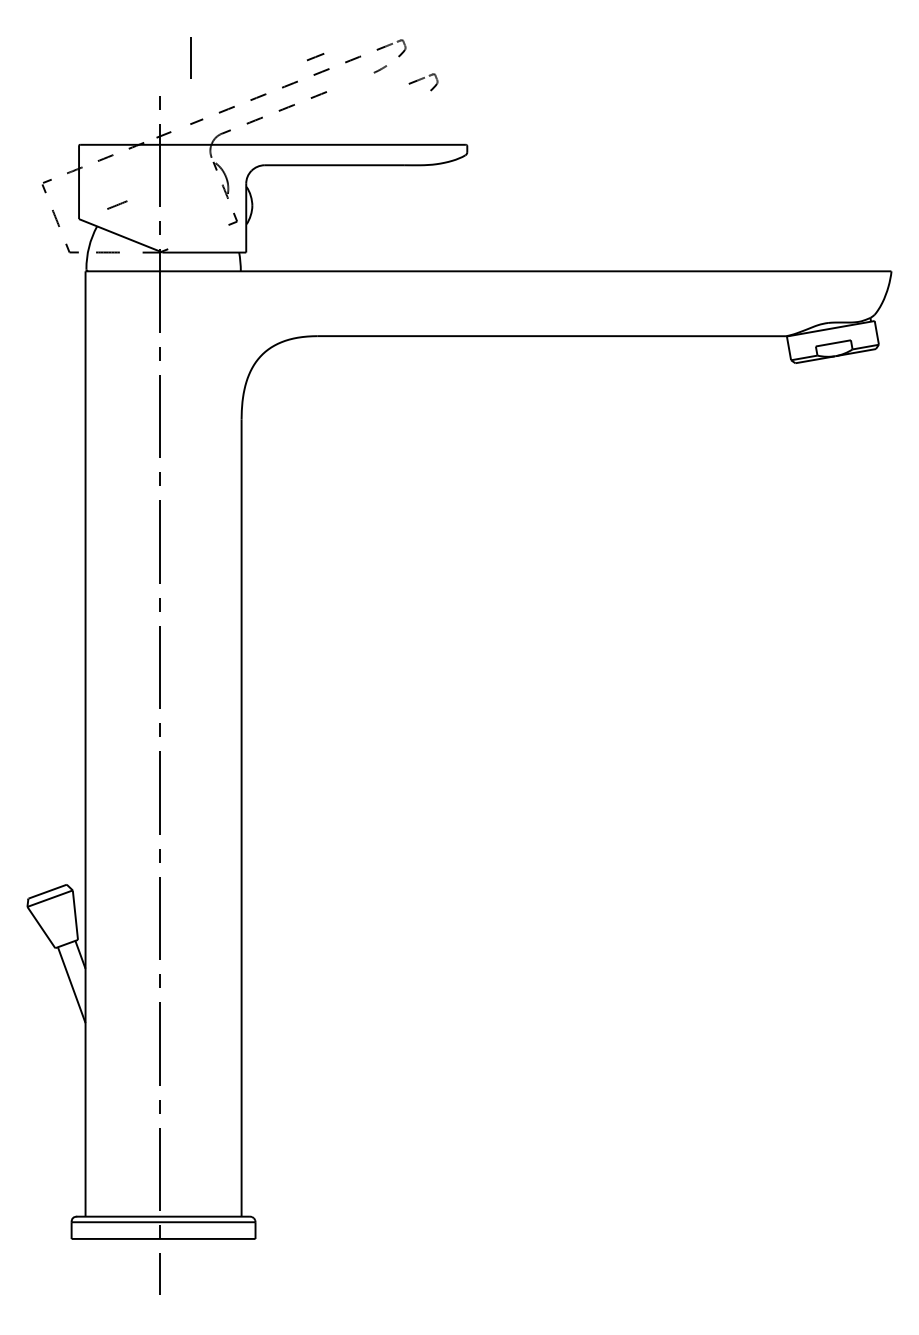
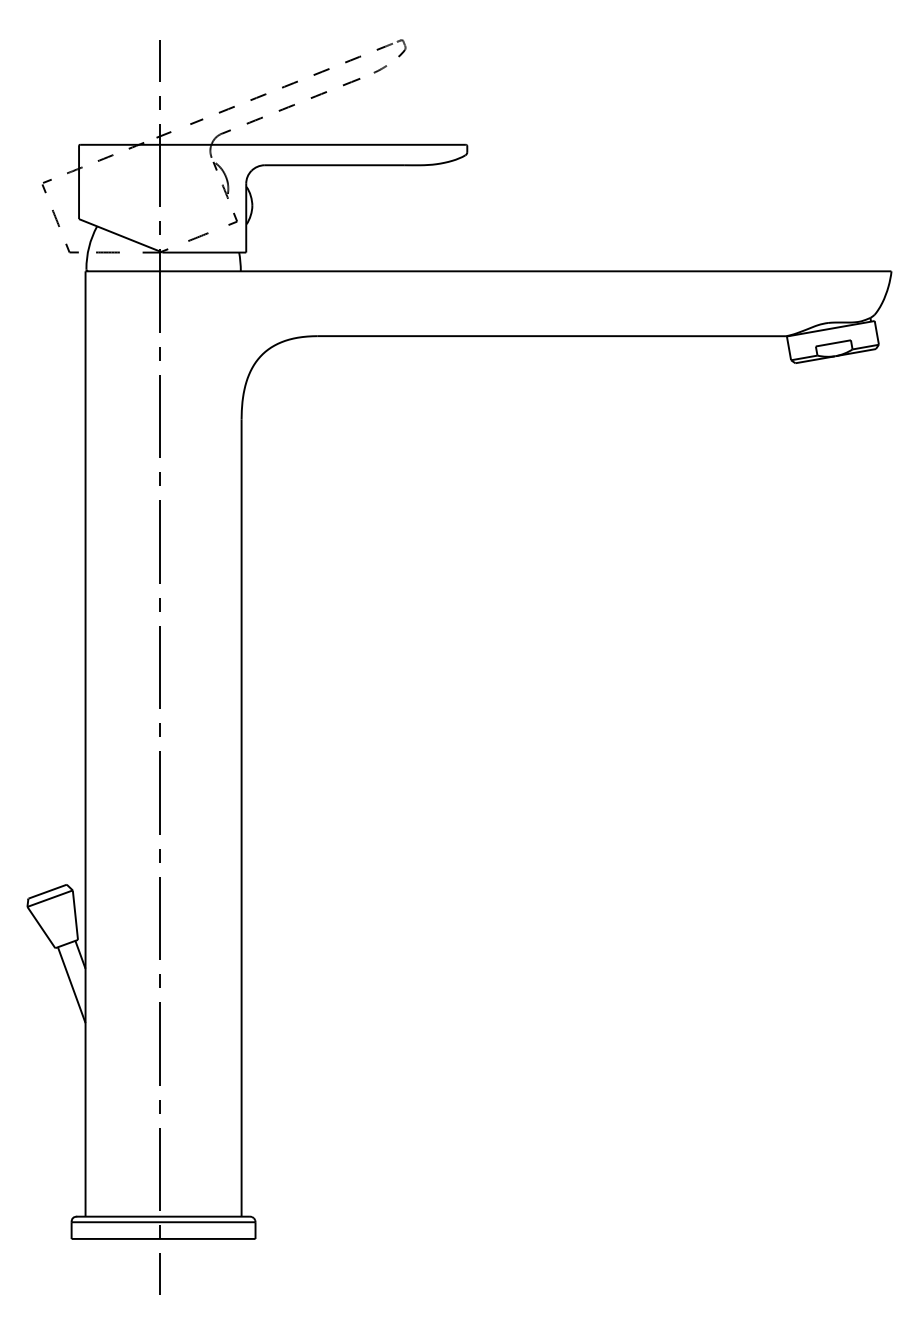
line at (190, 57) position: (190, 57) -> (159, 60)
line at (315, 57) position: (315, 57) -> (351, 82)
part at (423, 82): present -> none
line at (117, 204) position: (117, 204) -> (198, 236)
